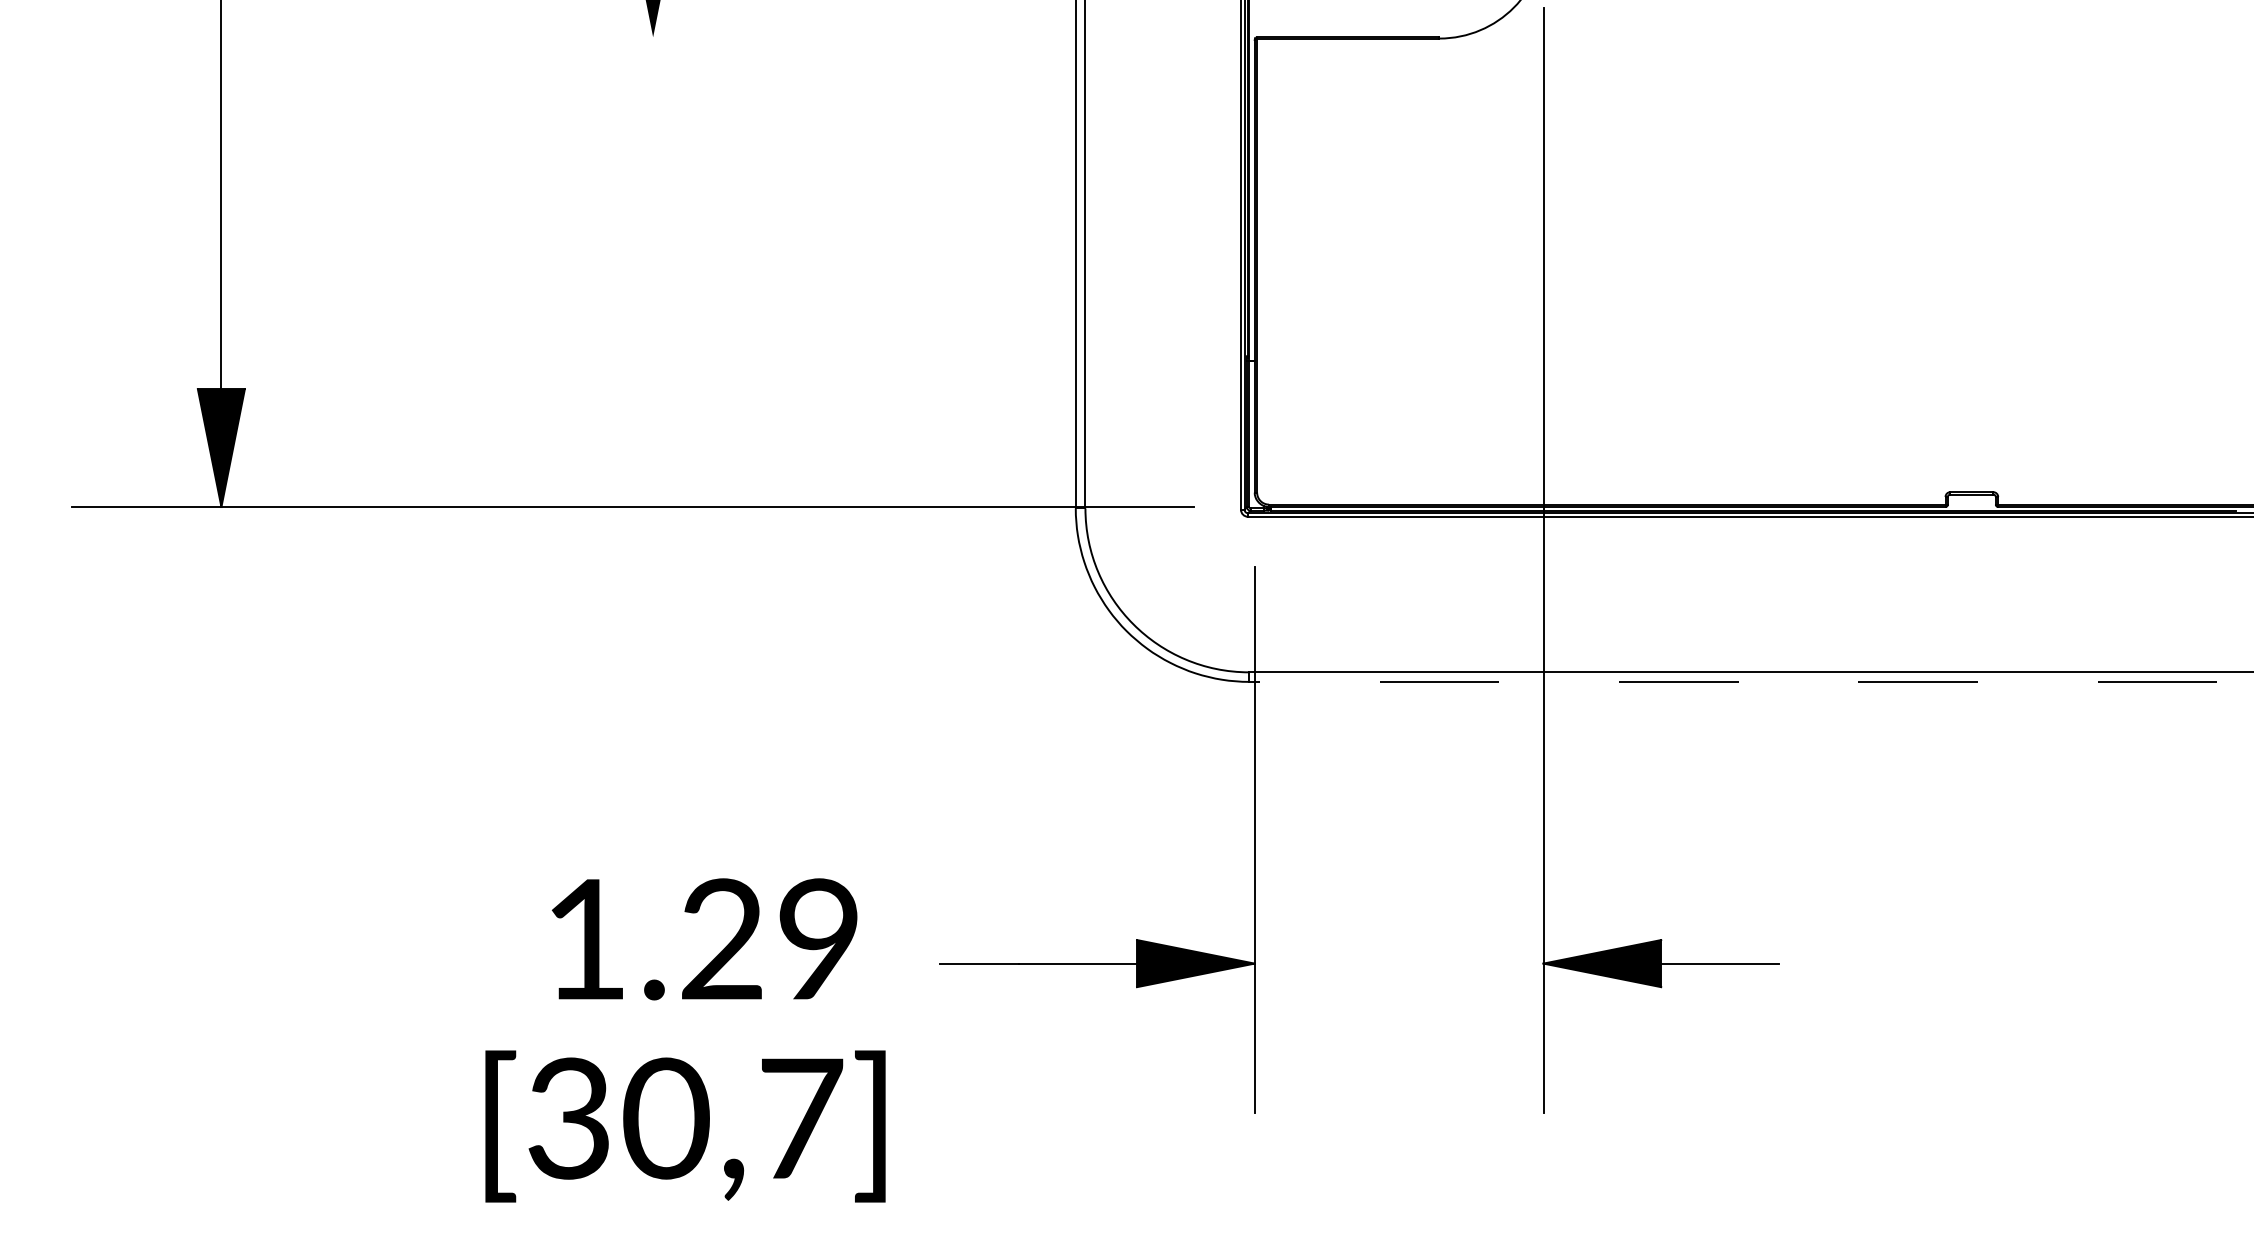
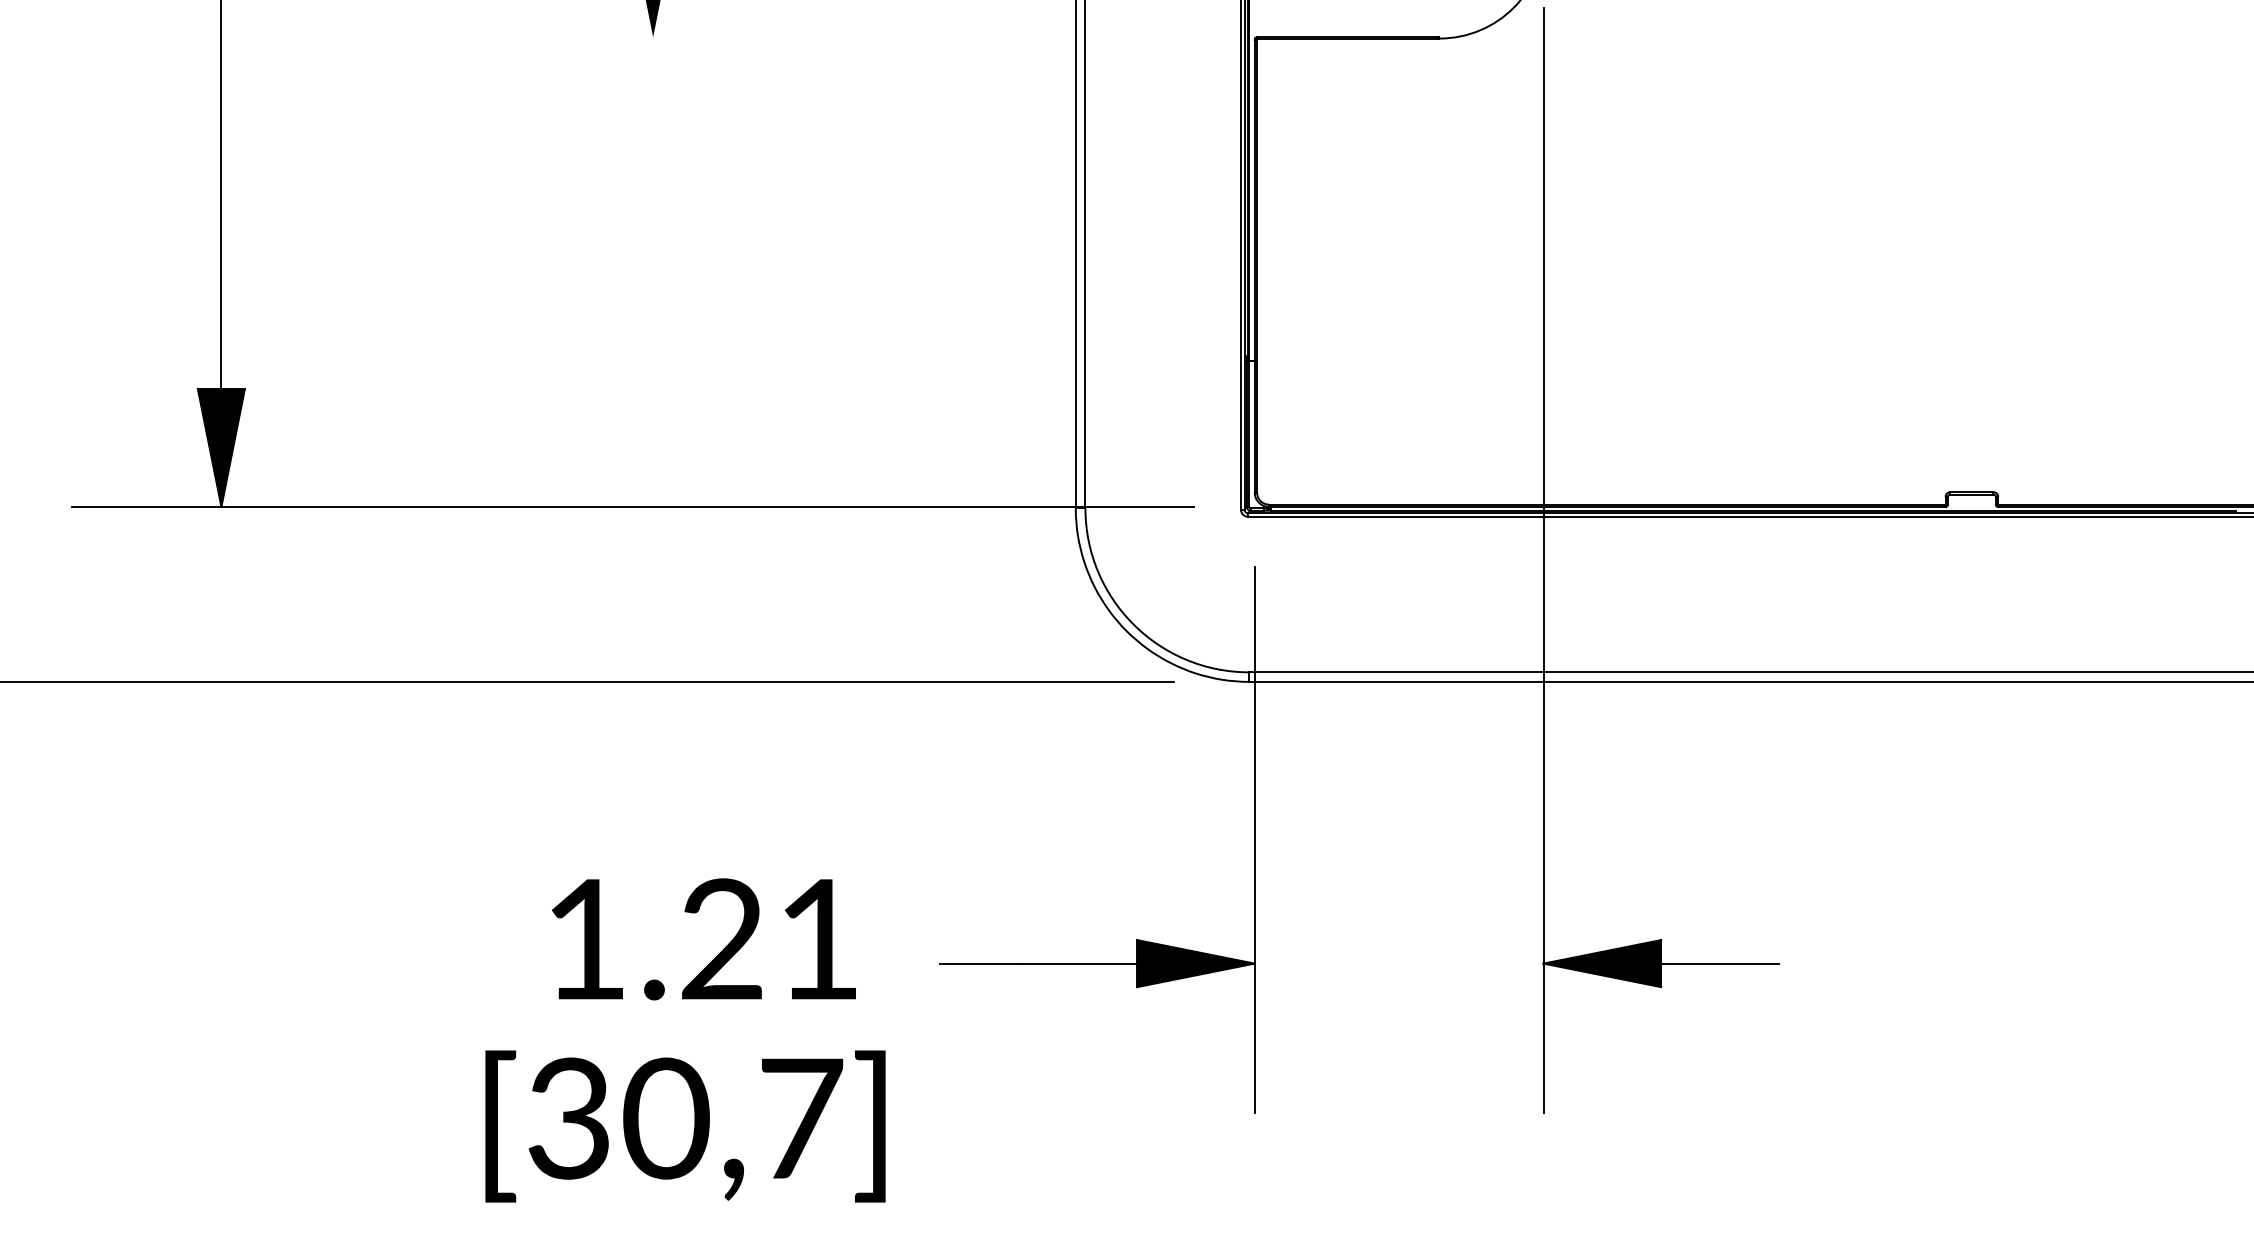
line at (588, 681): none -> present
line at (1751, 681): dashed -> solid
text at (818, 938): 1.29 -> 1.21
